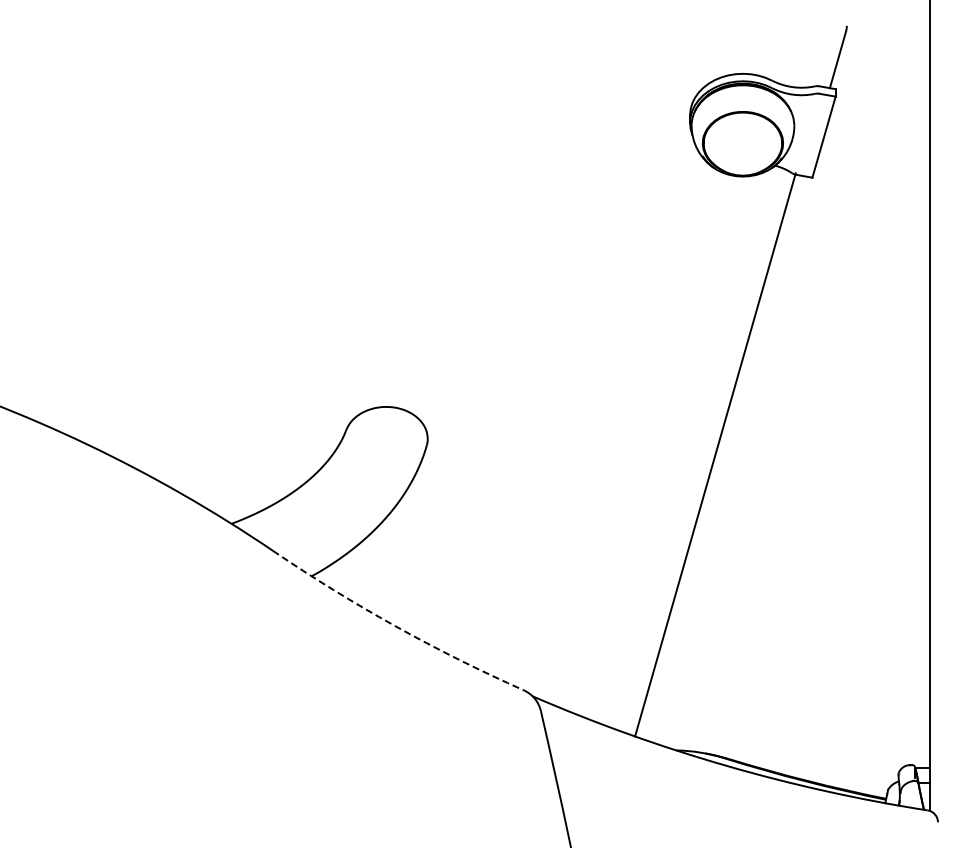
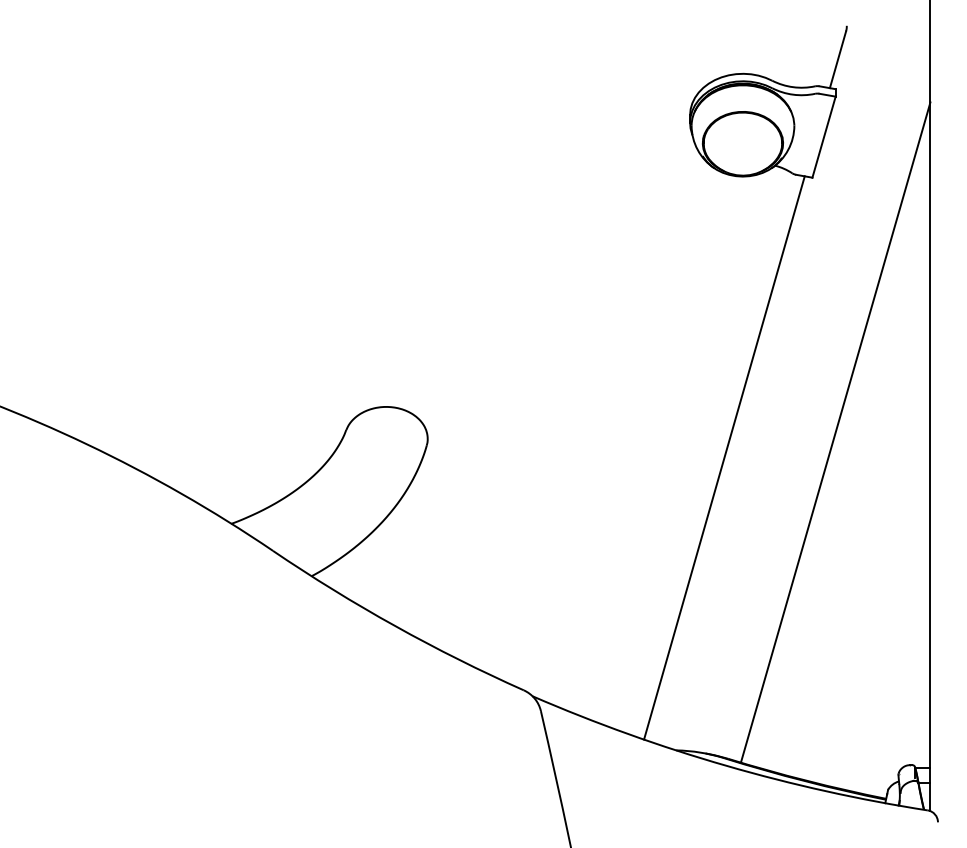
line at (835, 432): none -> present
line at (715, 454) position: (715, 454) -> (724, 457)
arc at (395, 626): dashed -> solid
